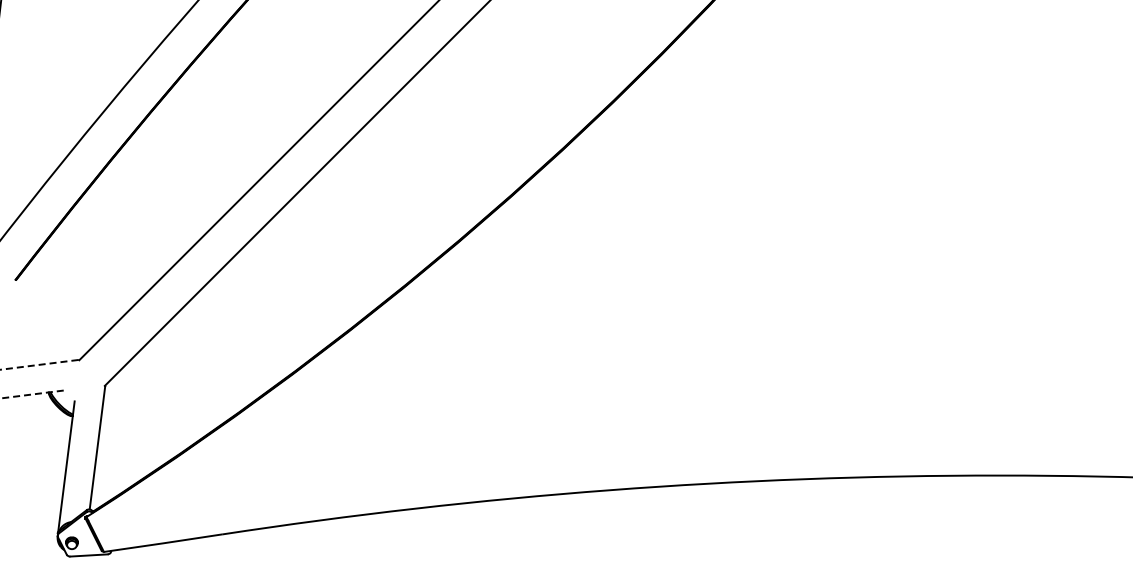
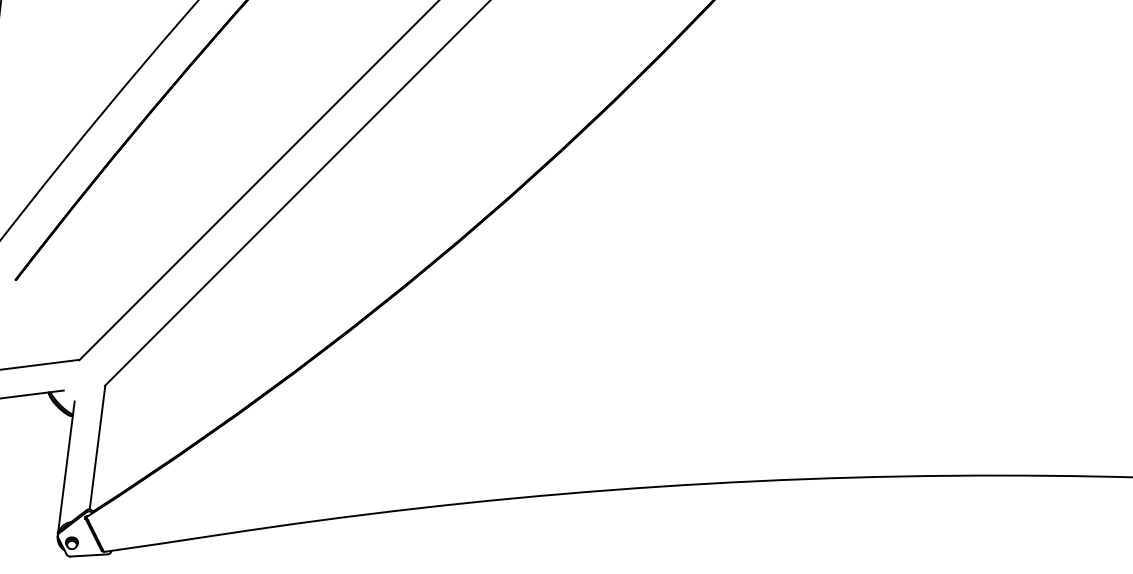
line at (38, 364): dashed -> solid
line at (32, 394): dashed -> solid
